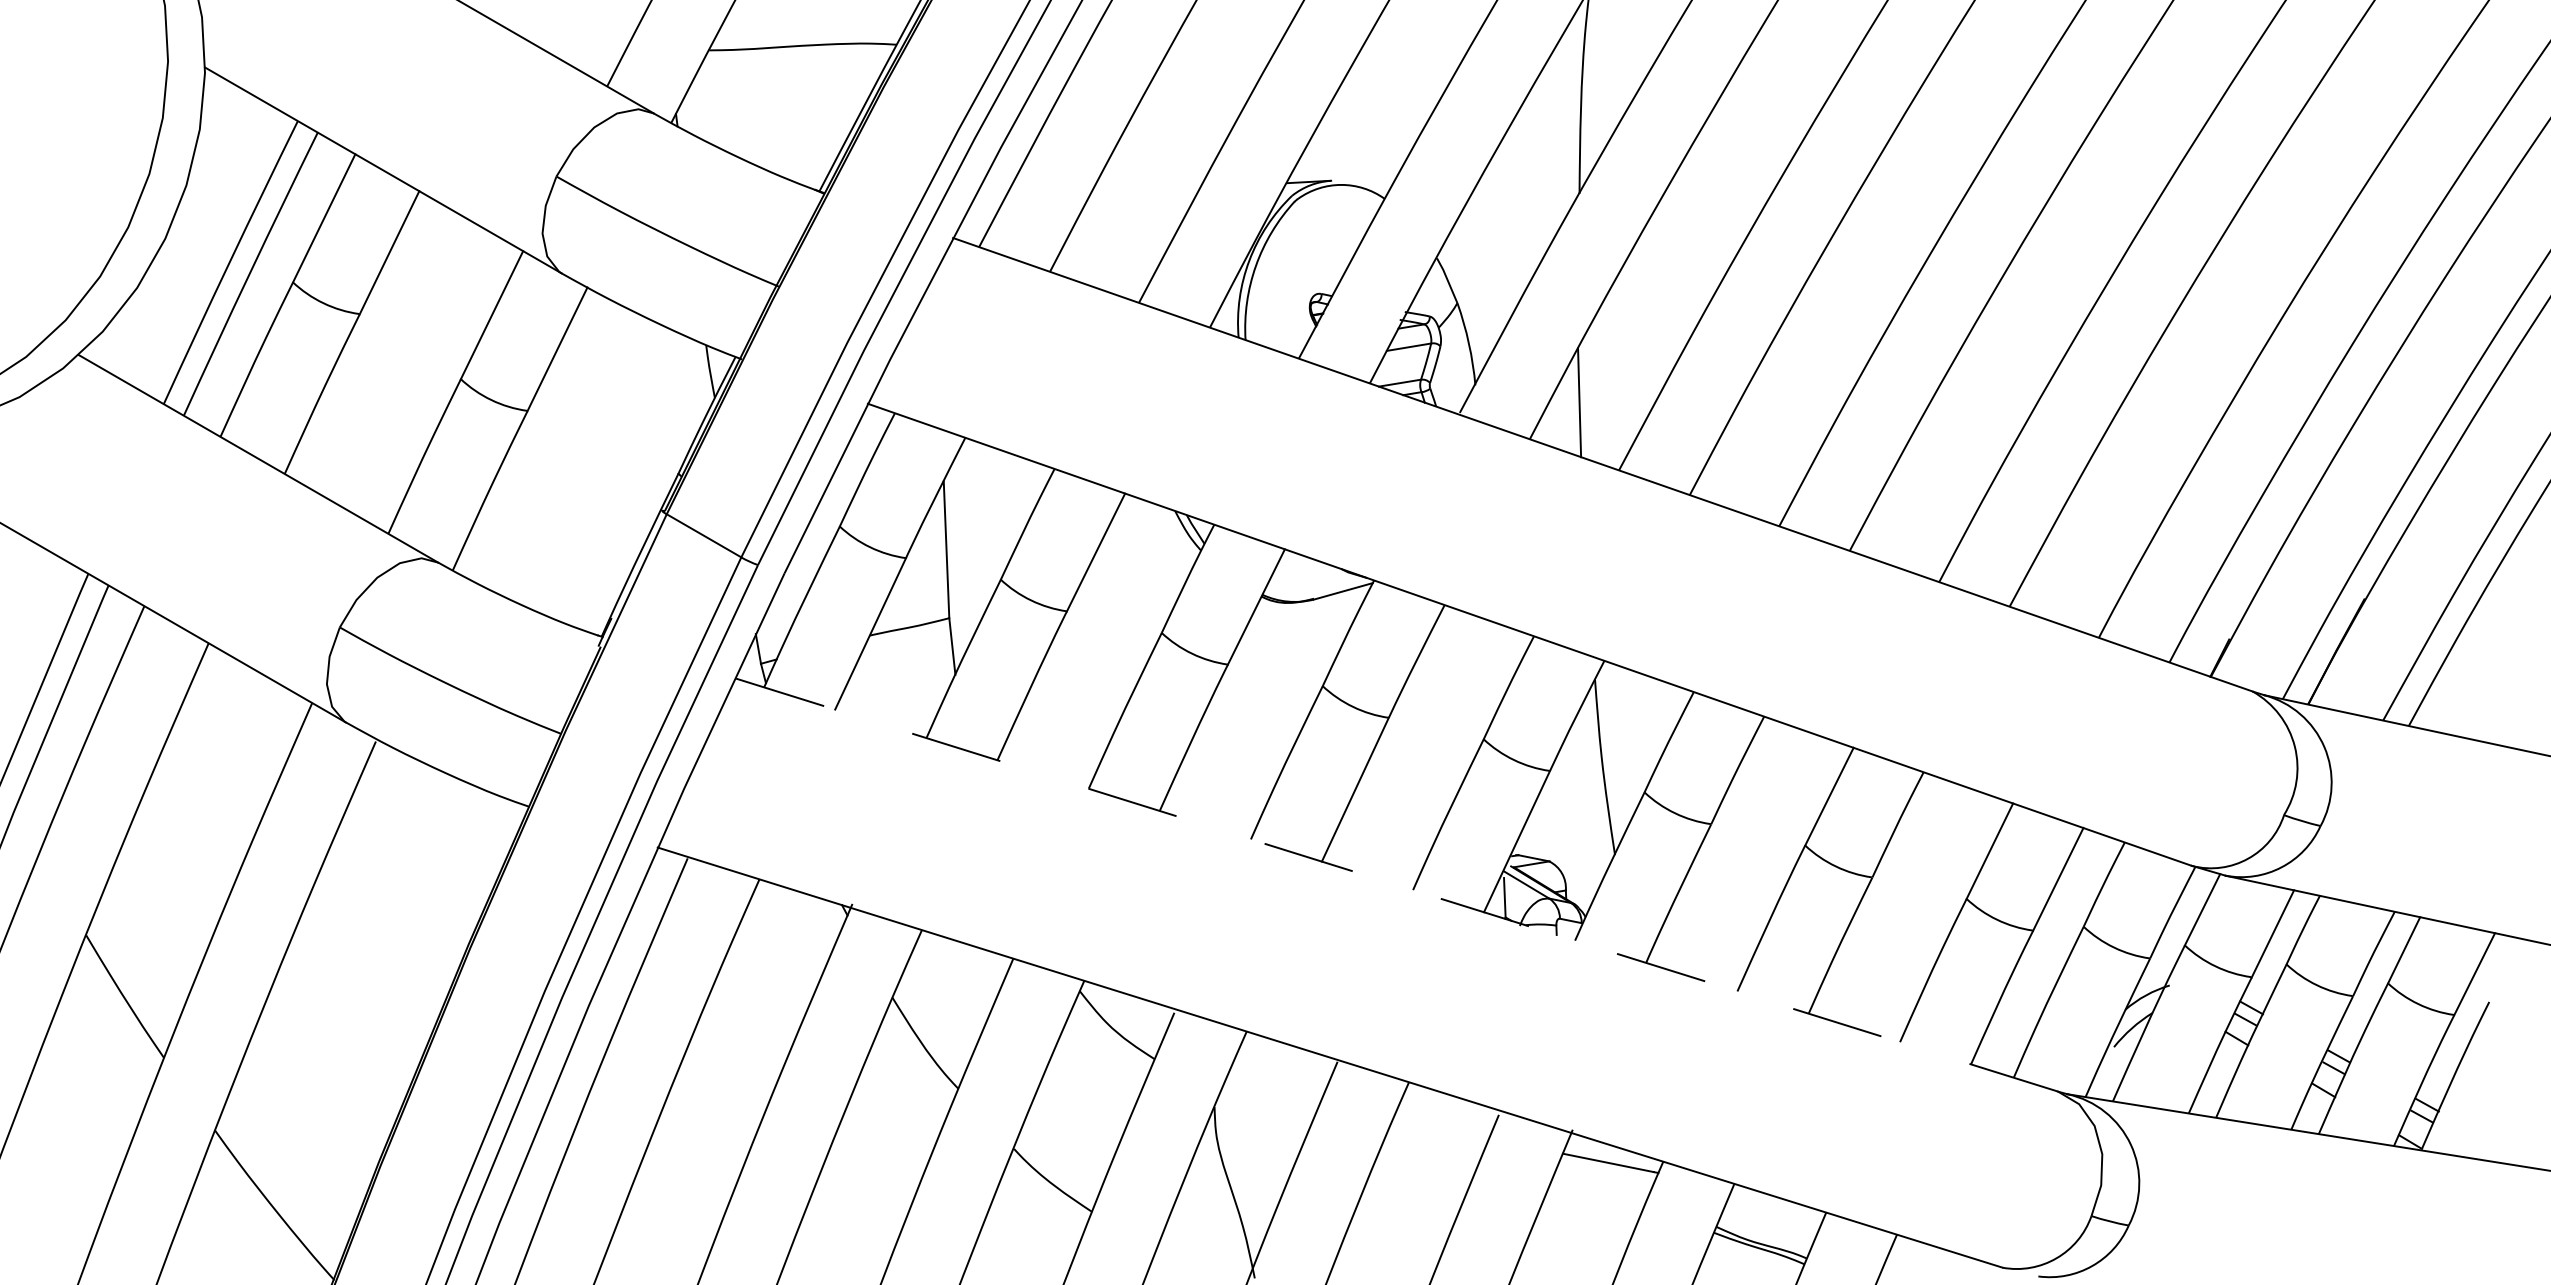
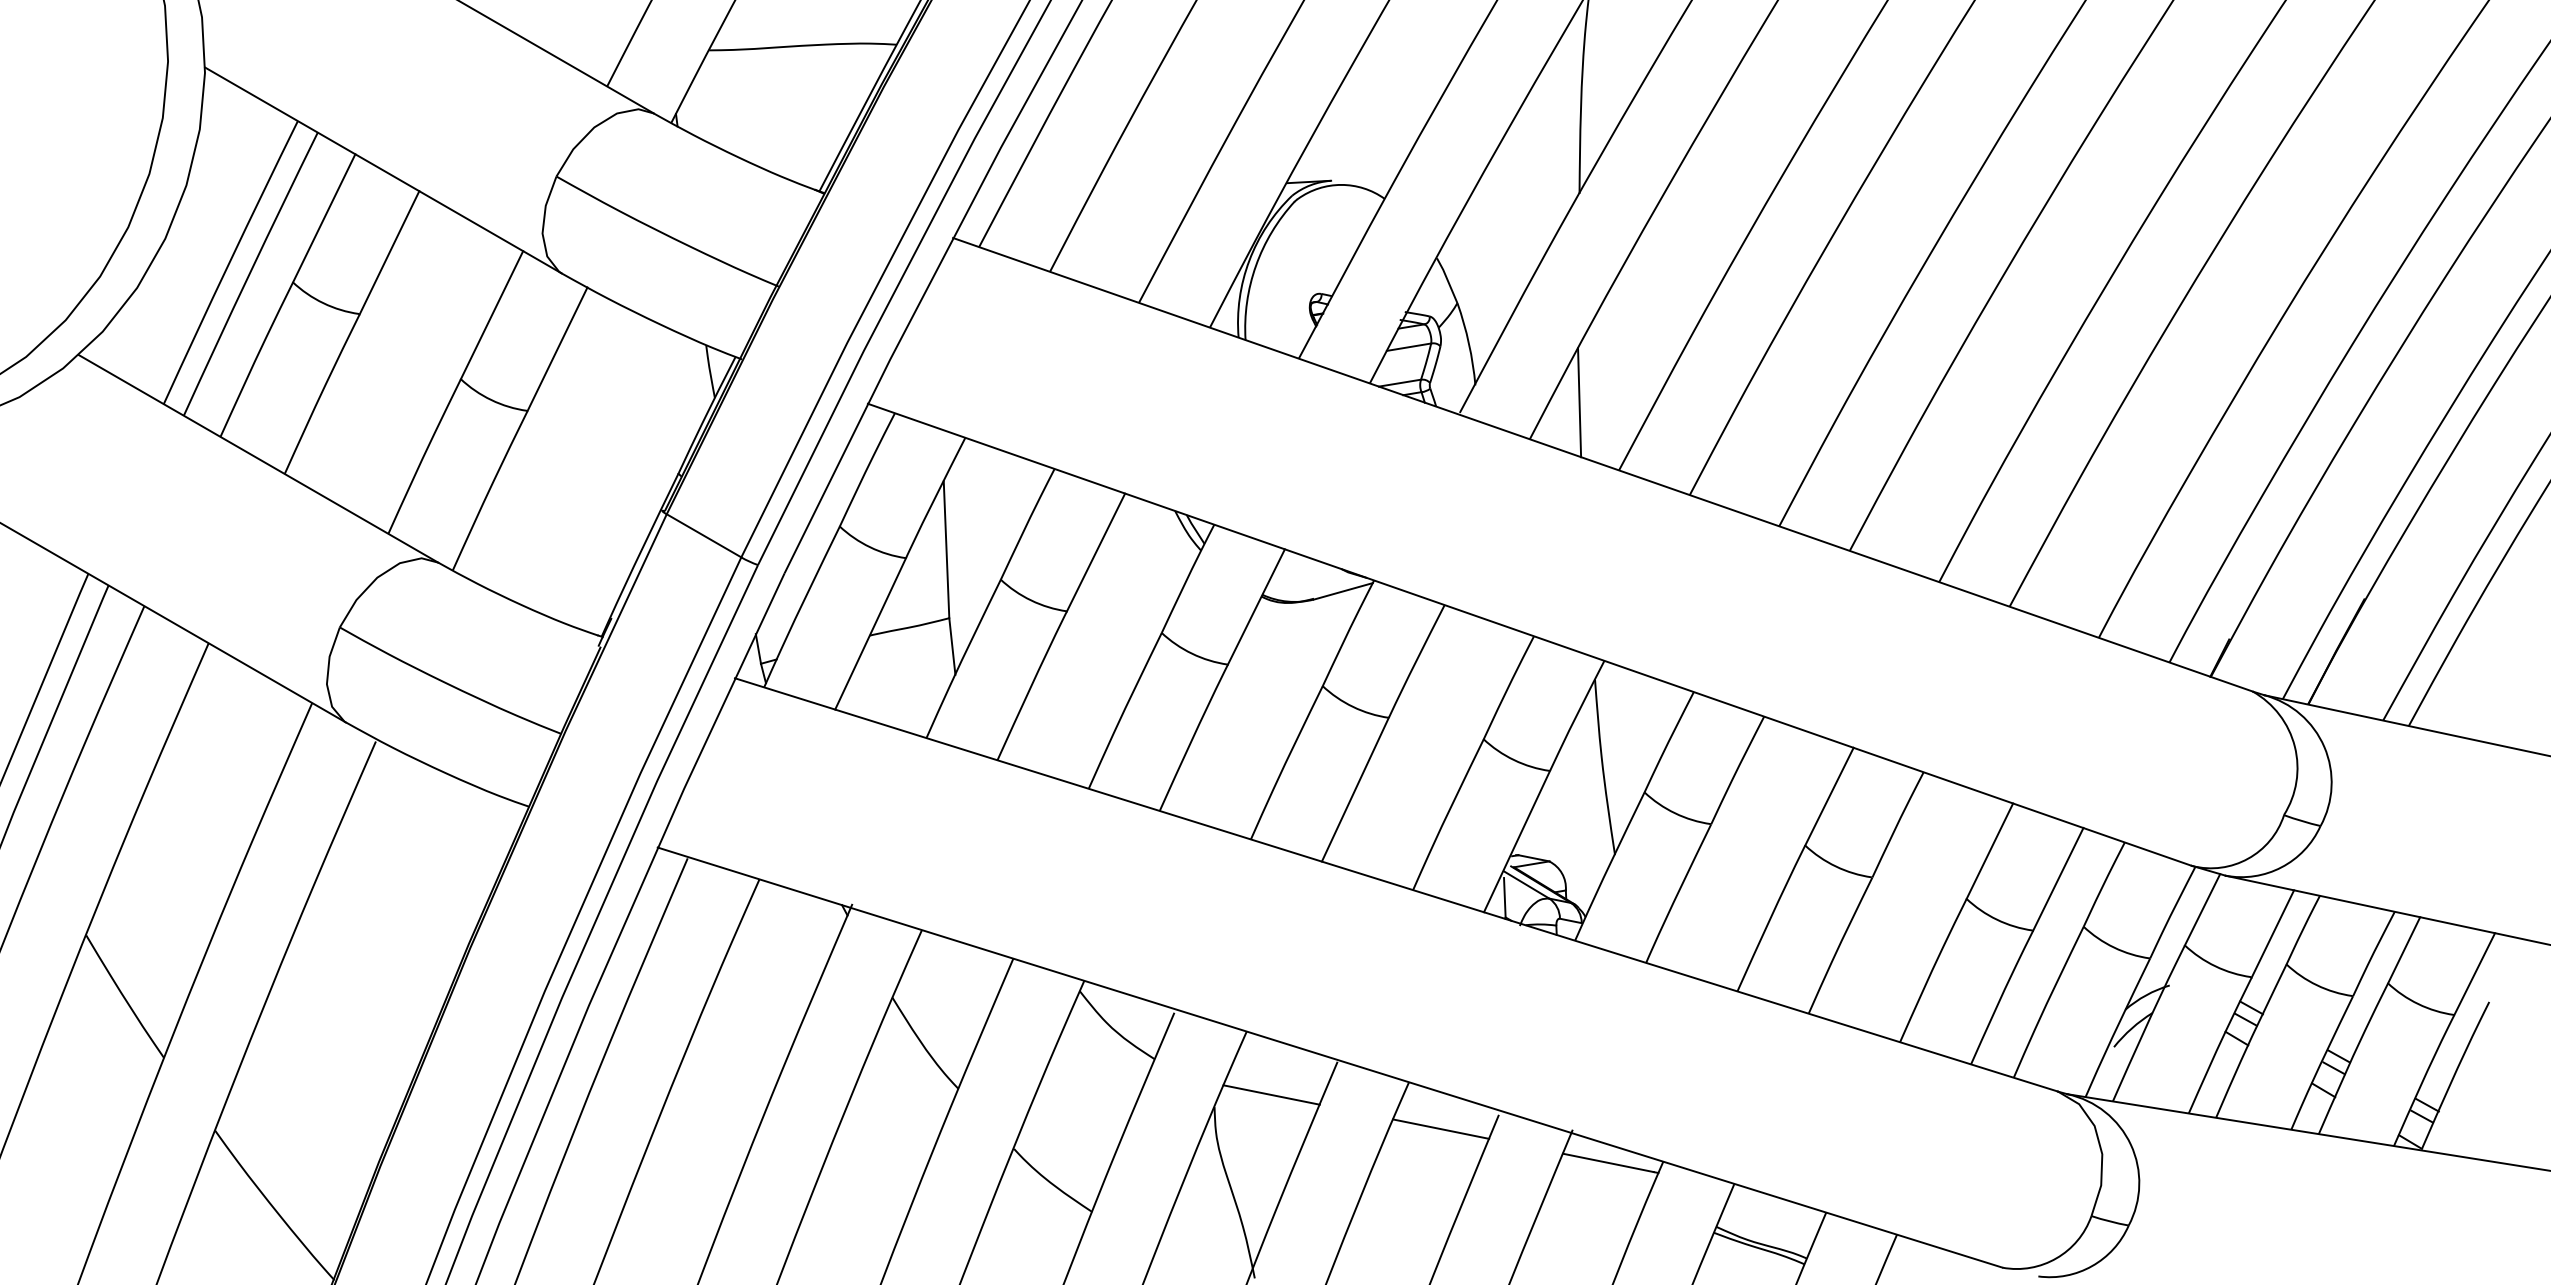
line at (1396, 884): dashed -> solid
line at (1271, 1094): none -> present
line at (1441, 1128): none -> present
